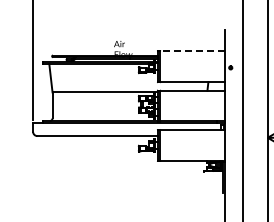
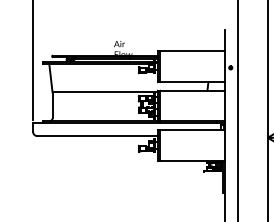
line at (192, 51): dashed -> solid
line at (243, 110) position: (243, 110) -> (238, 110)
